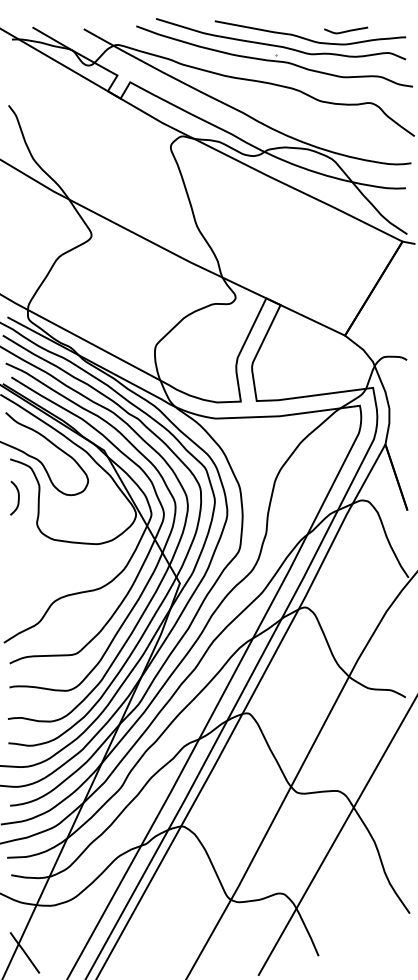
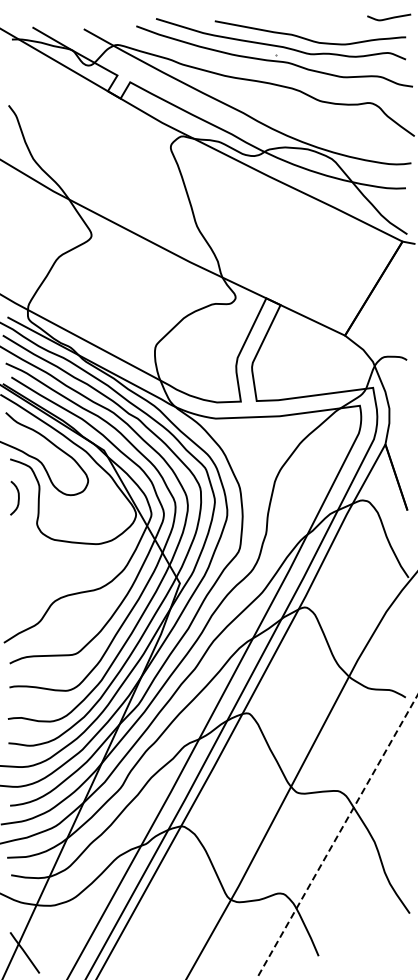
curve at (346, 30) position: (346, 30) -> (389, 17)
line at (338, 835): solid -> dashed
